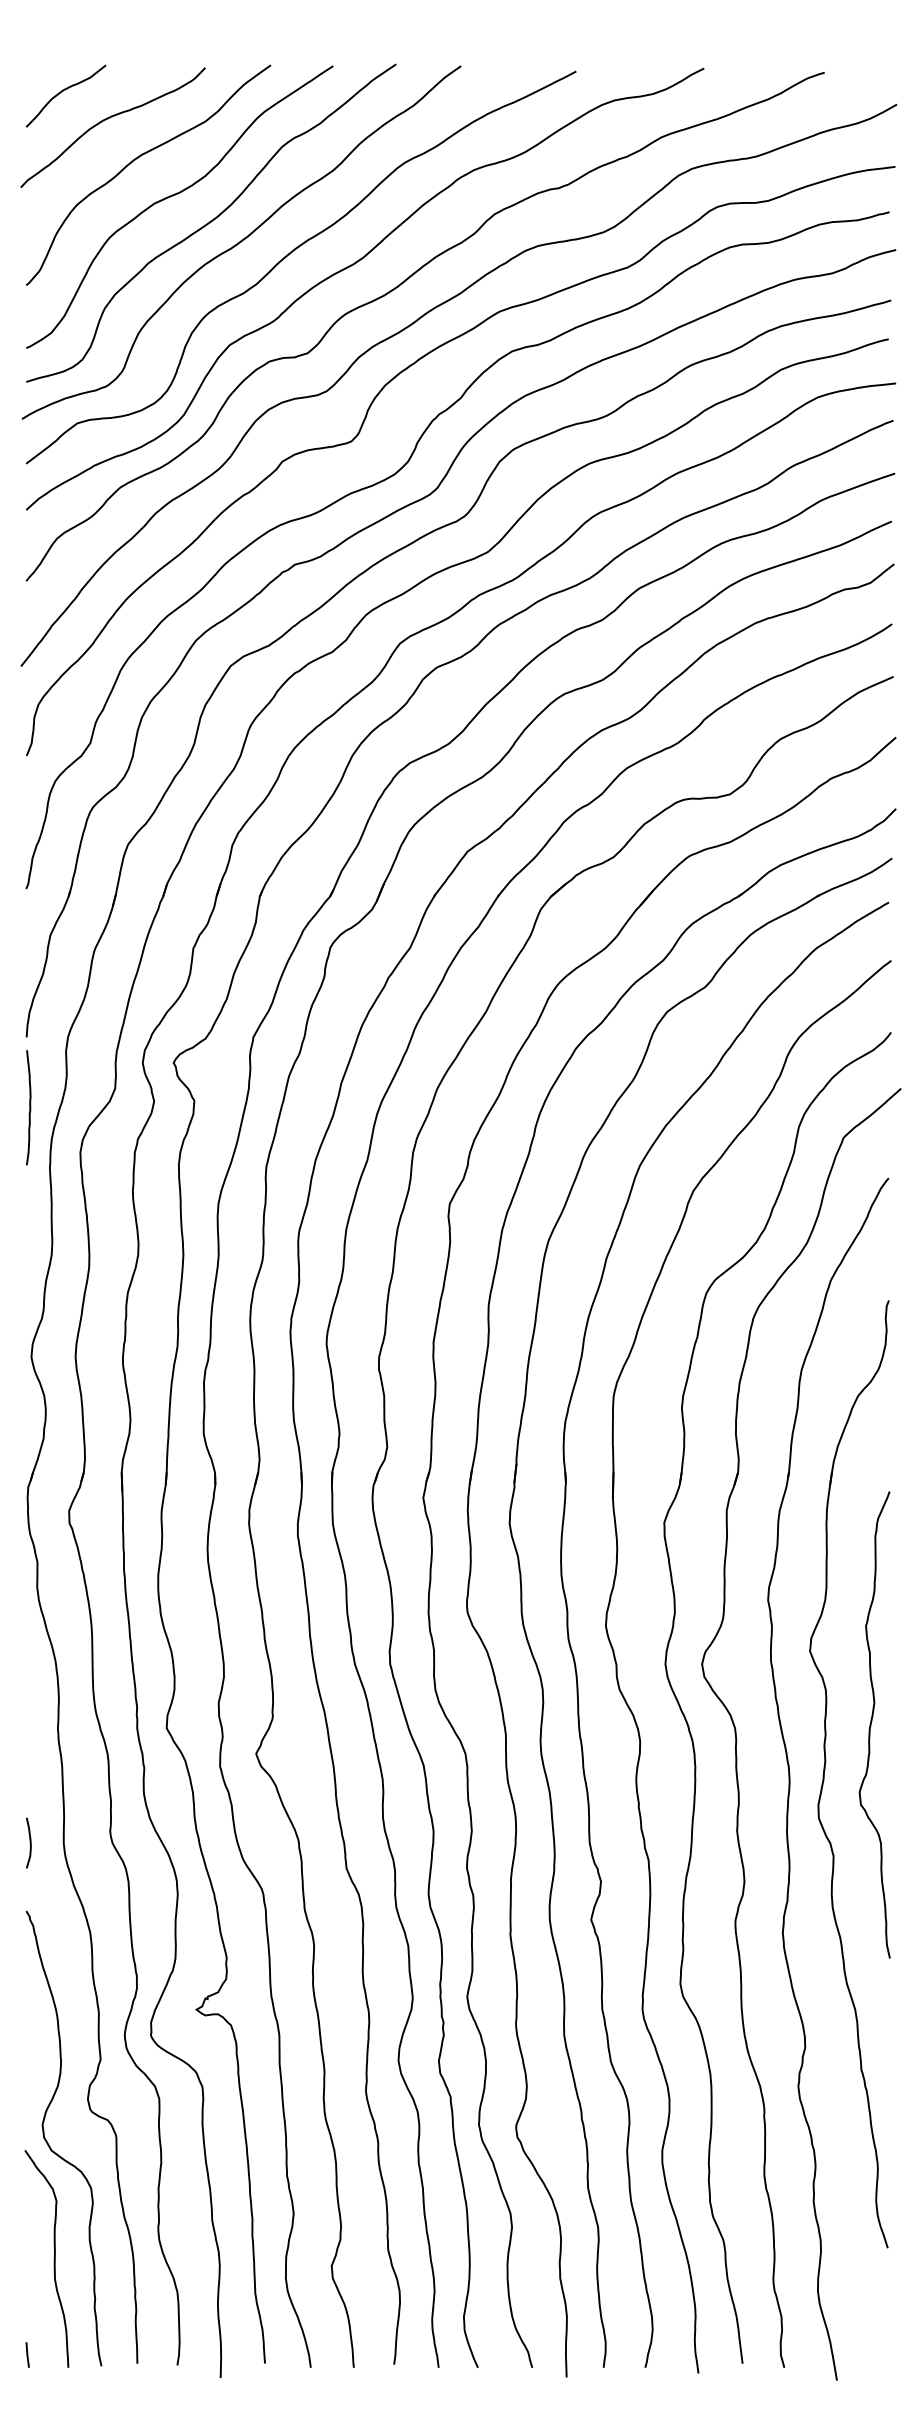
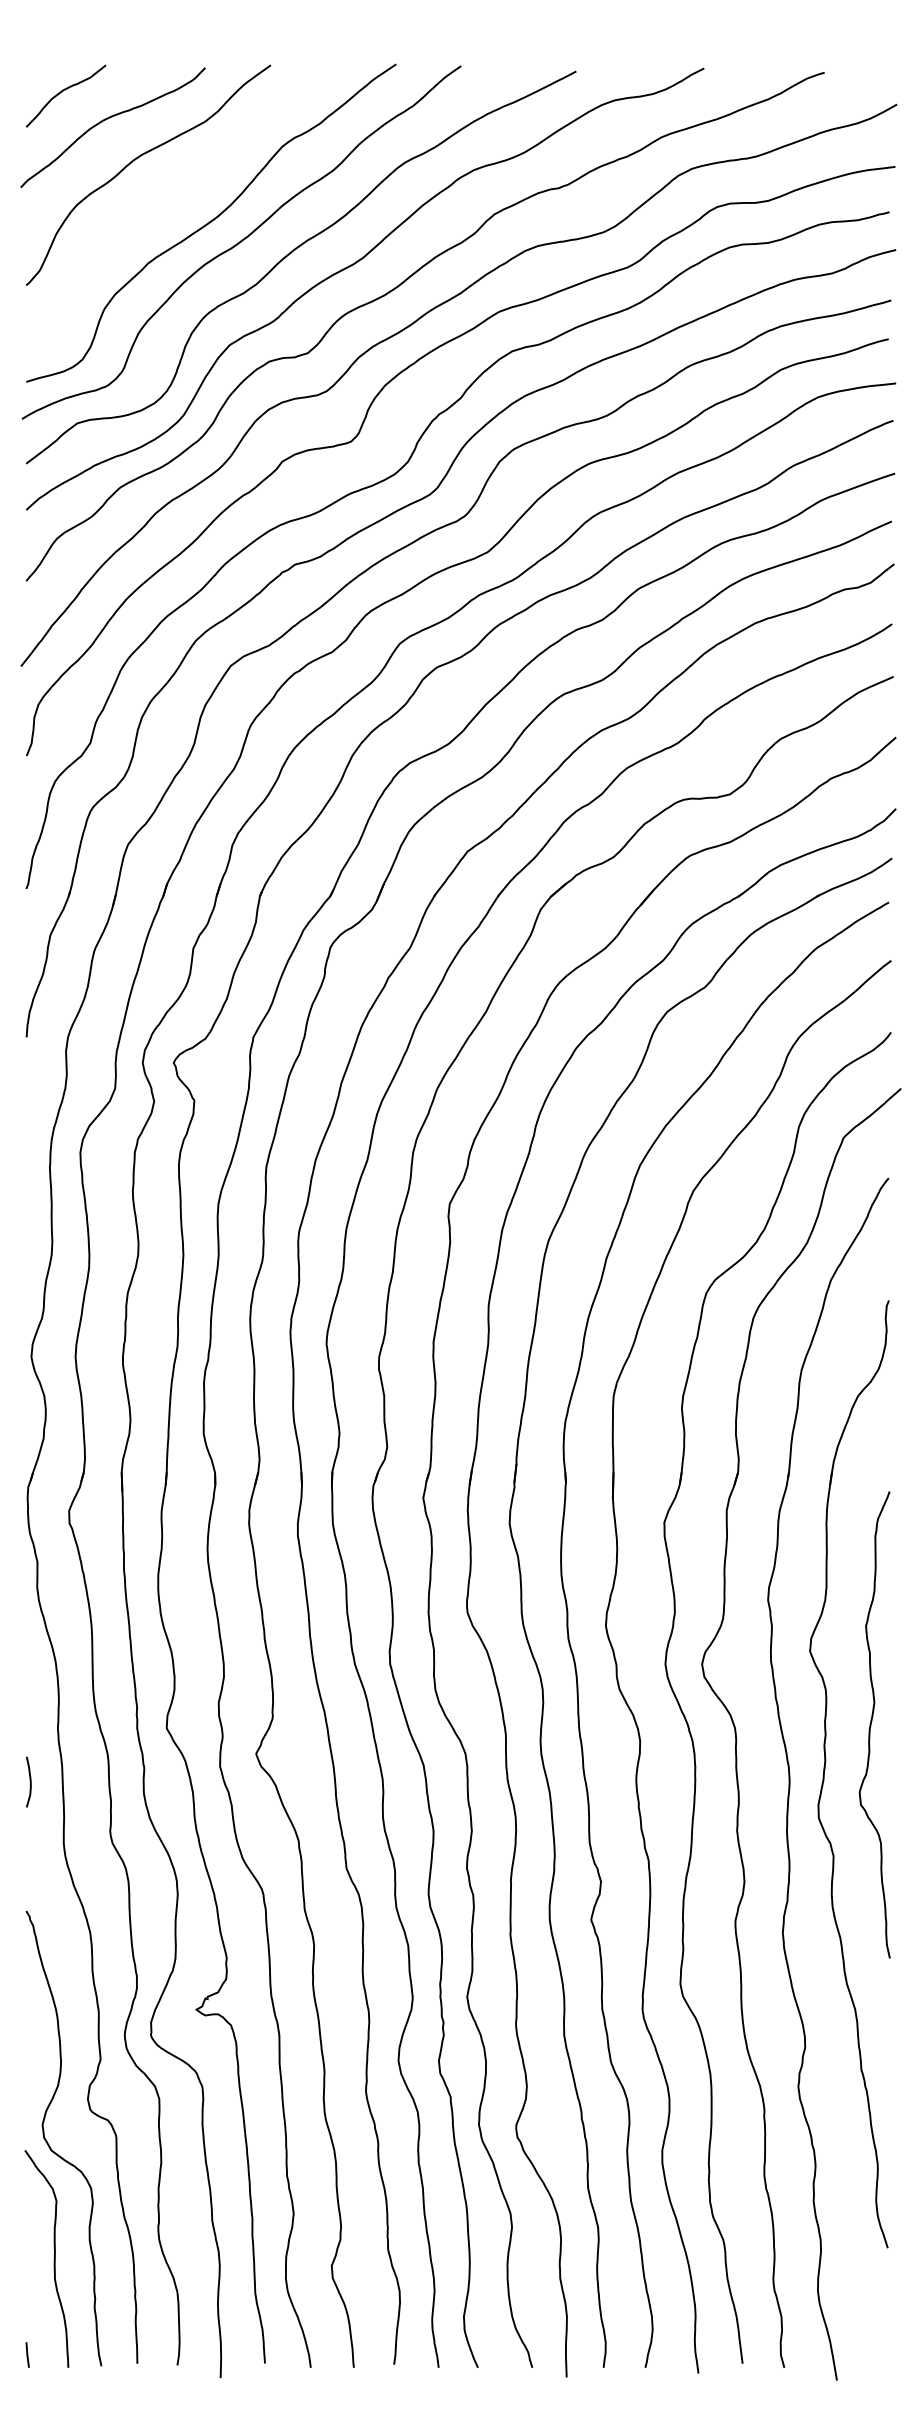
curve at (173, 196): present -> none
curve at (29, 1107): present -> none
curve at (29, 1842) position: (29, 1842) -> (29, 1781)
